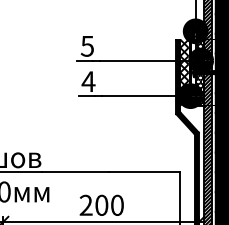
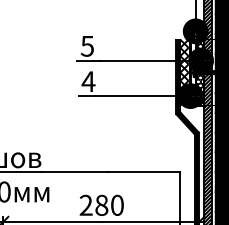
text at (101, 205): 200 -> 280
